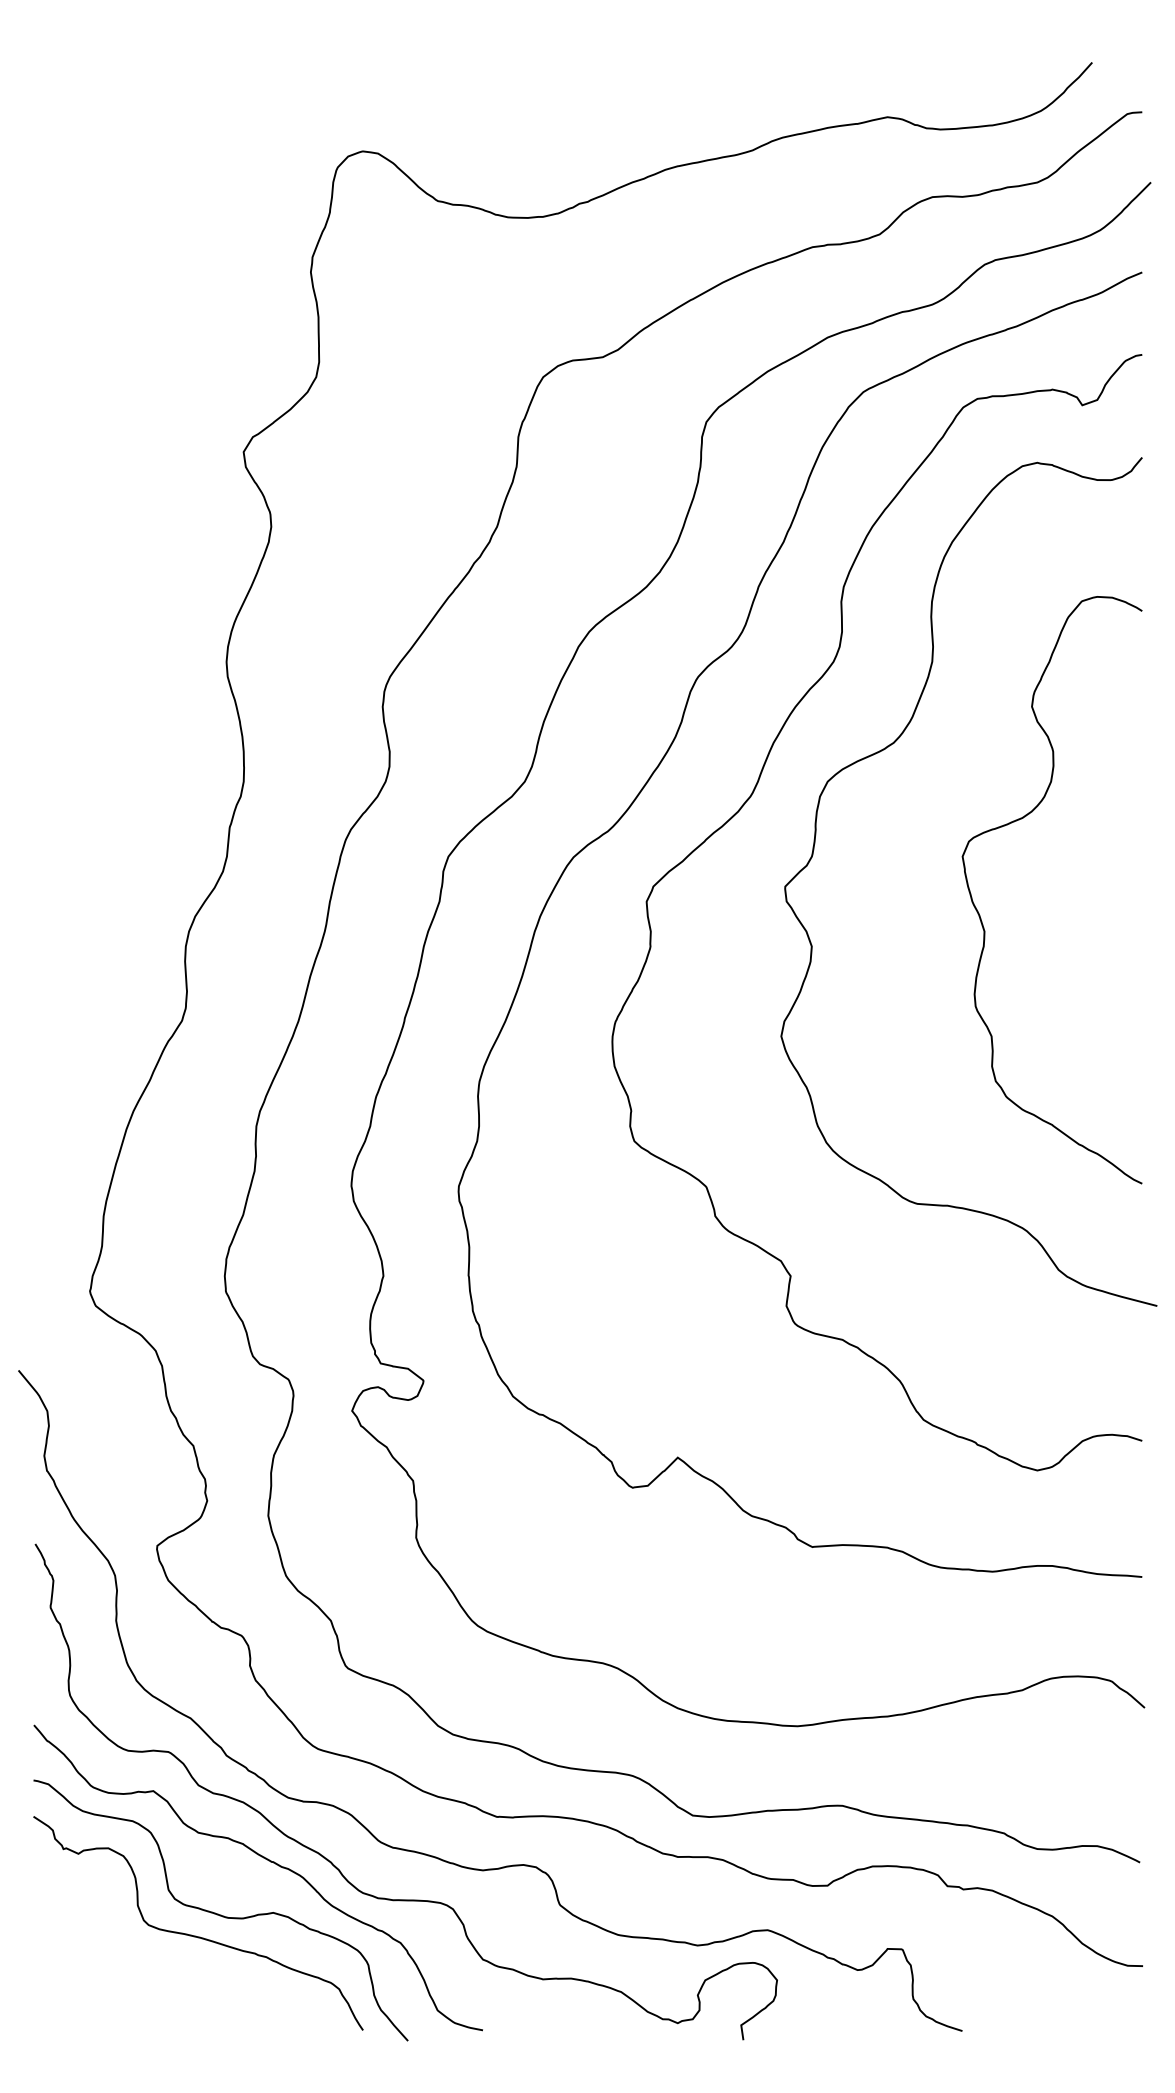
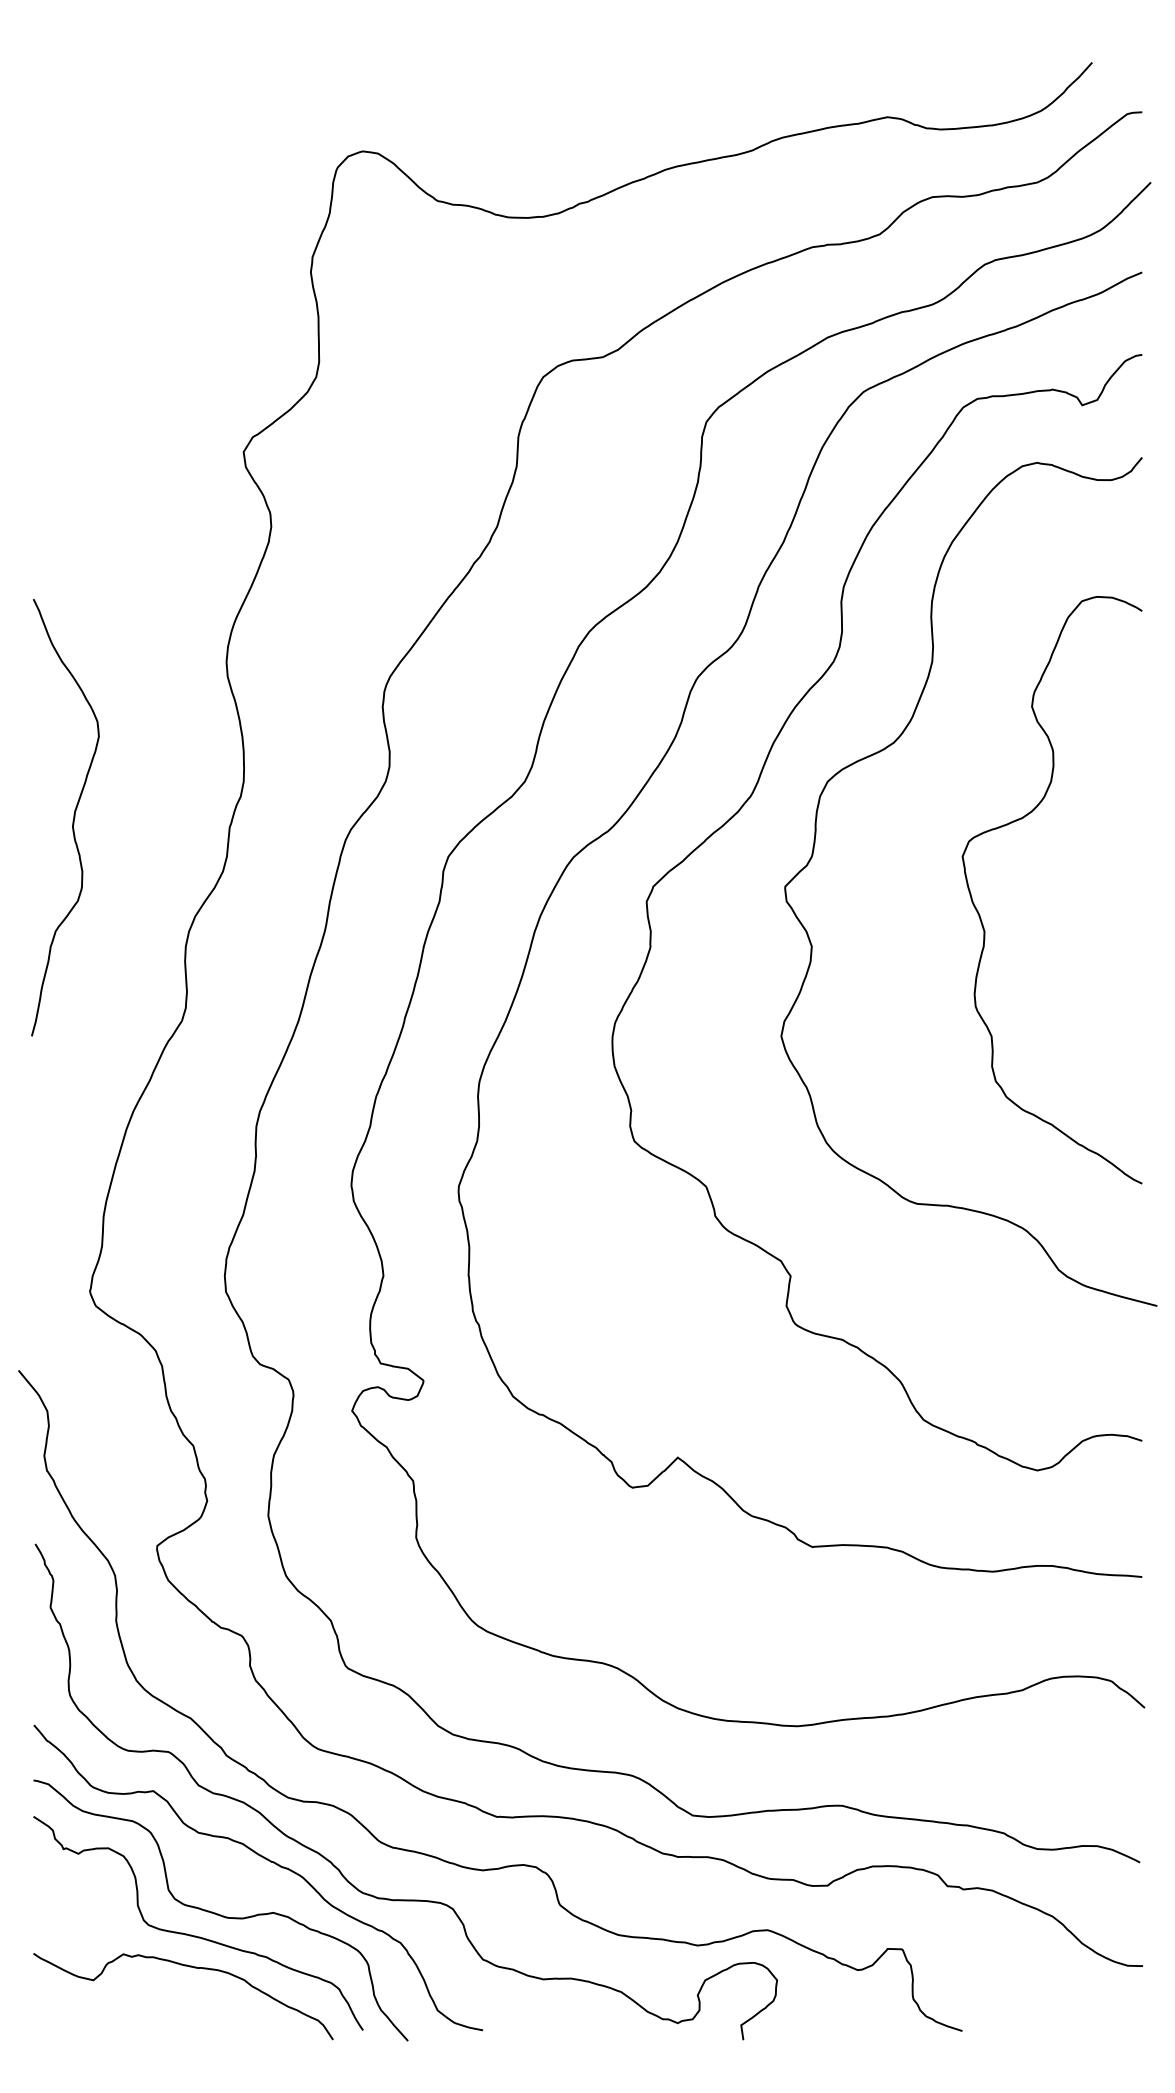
curve at (72, 820): none -> present
curve at (189, 1967): none -> present
